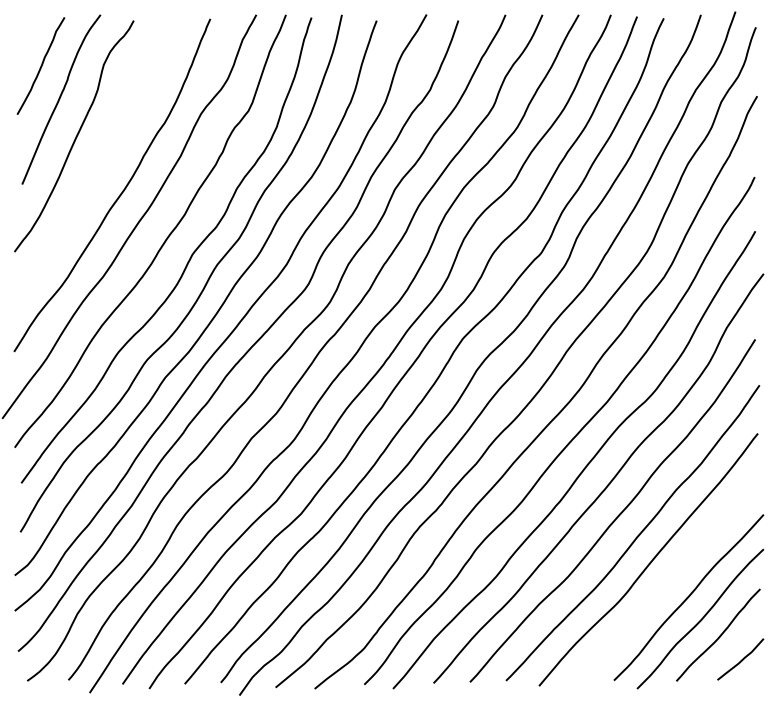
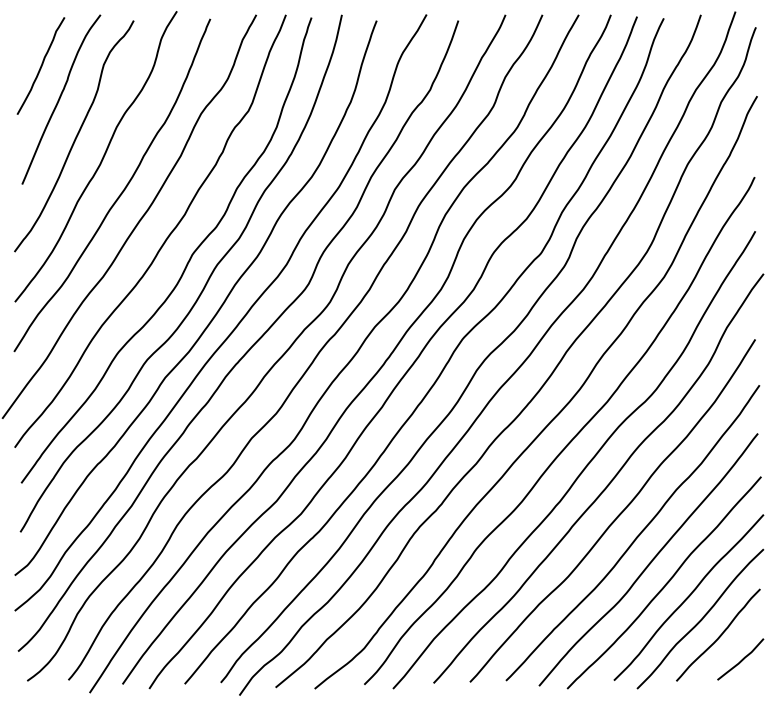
curve at (101, 159): none -> present
curve at (665, 583): none -> present
